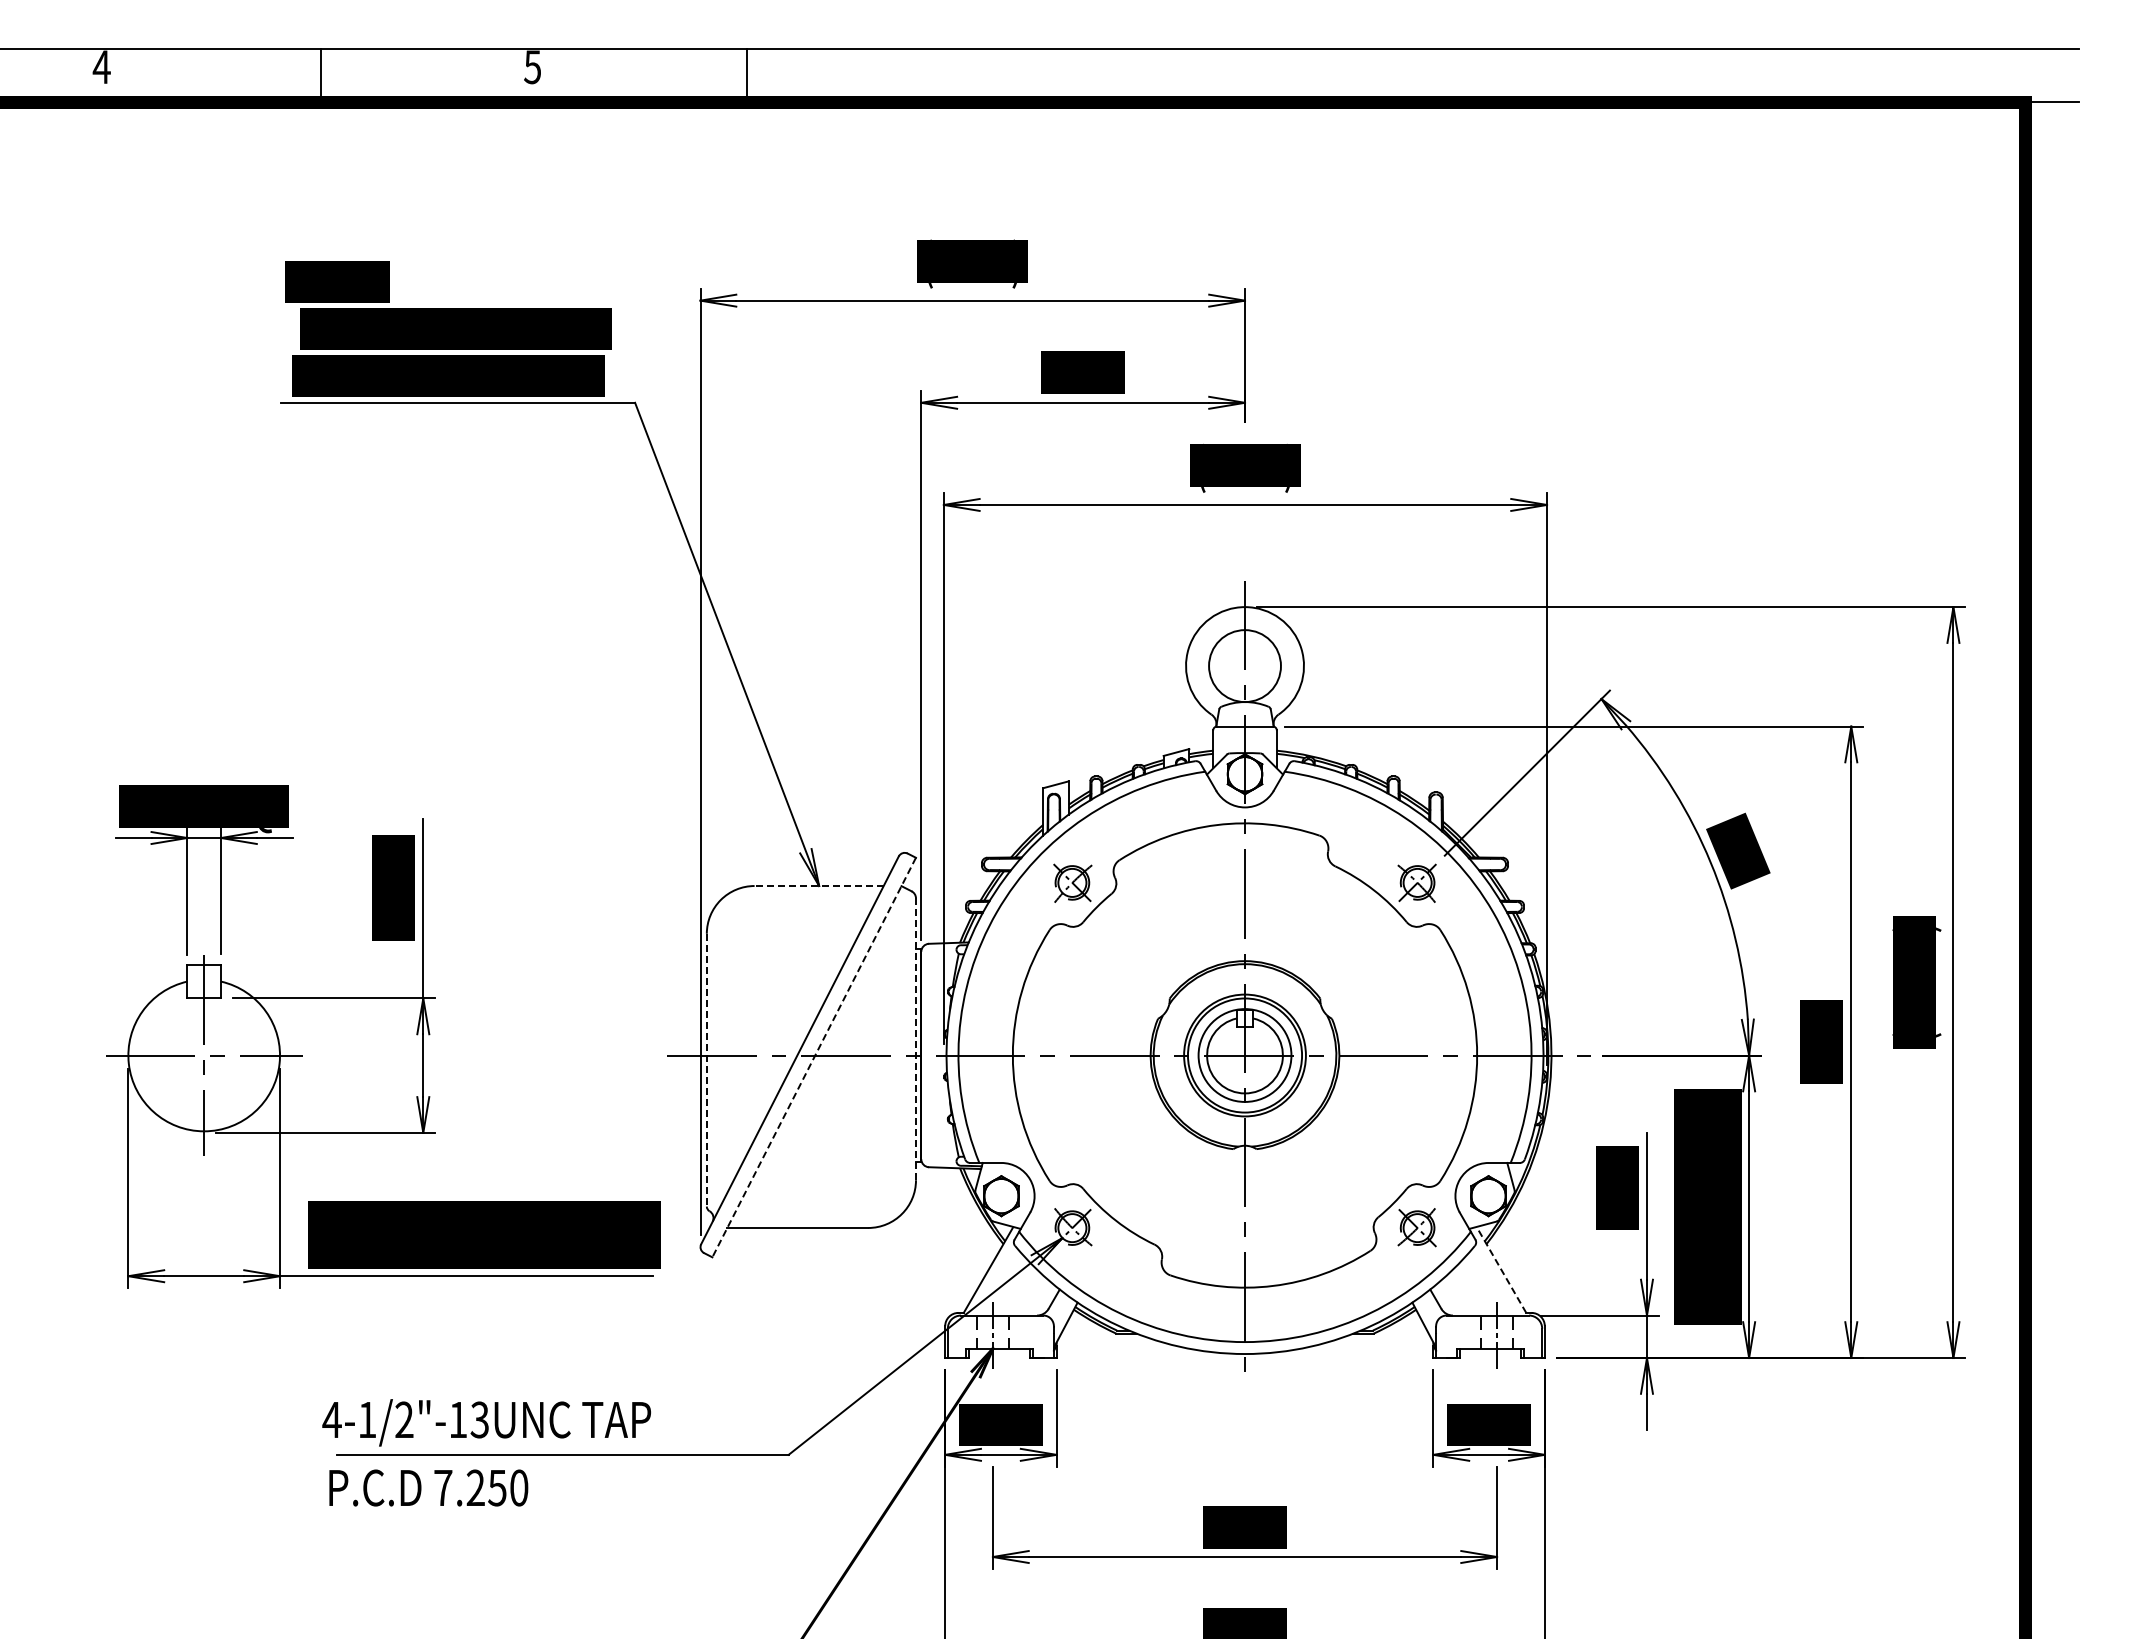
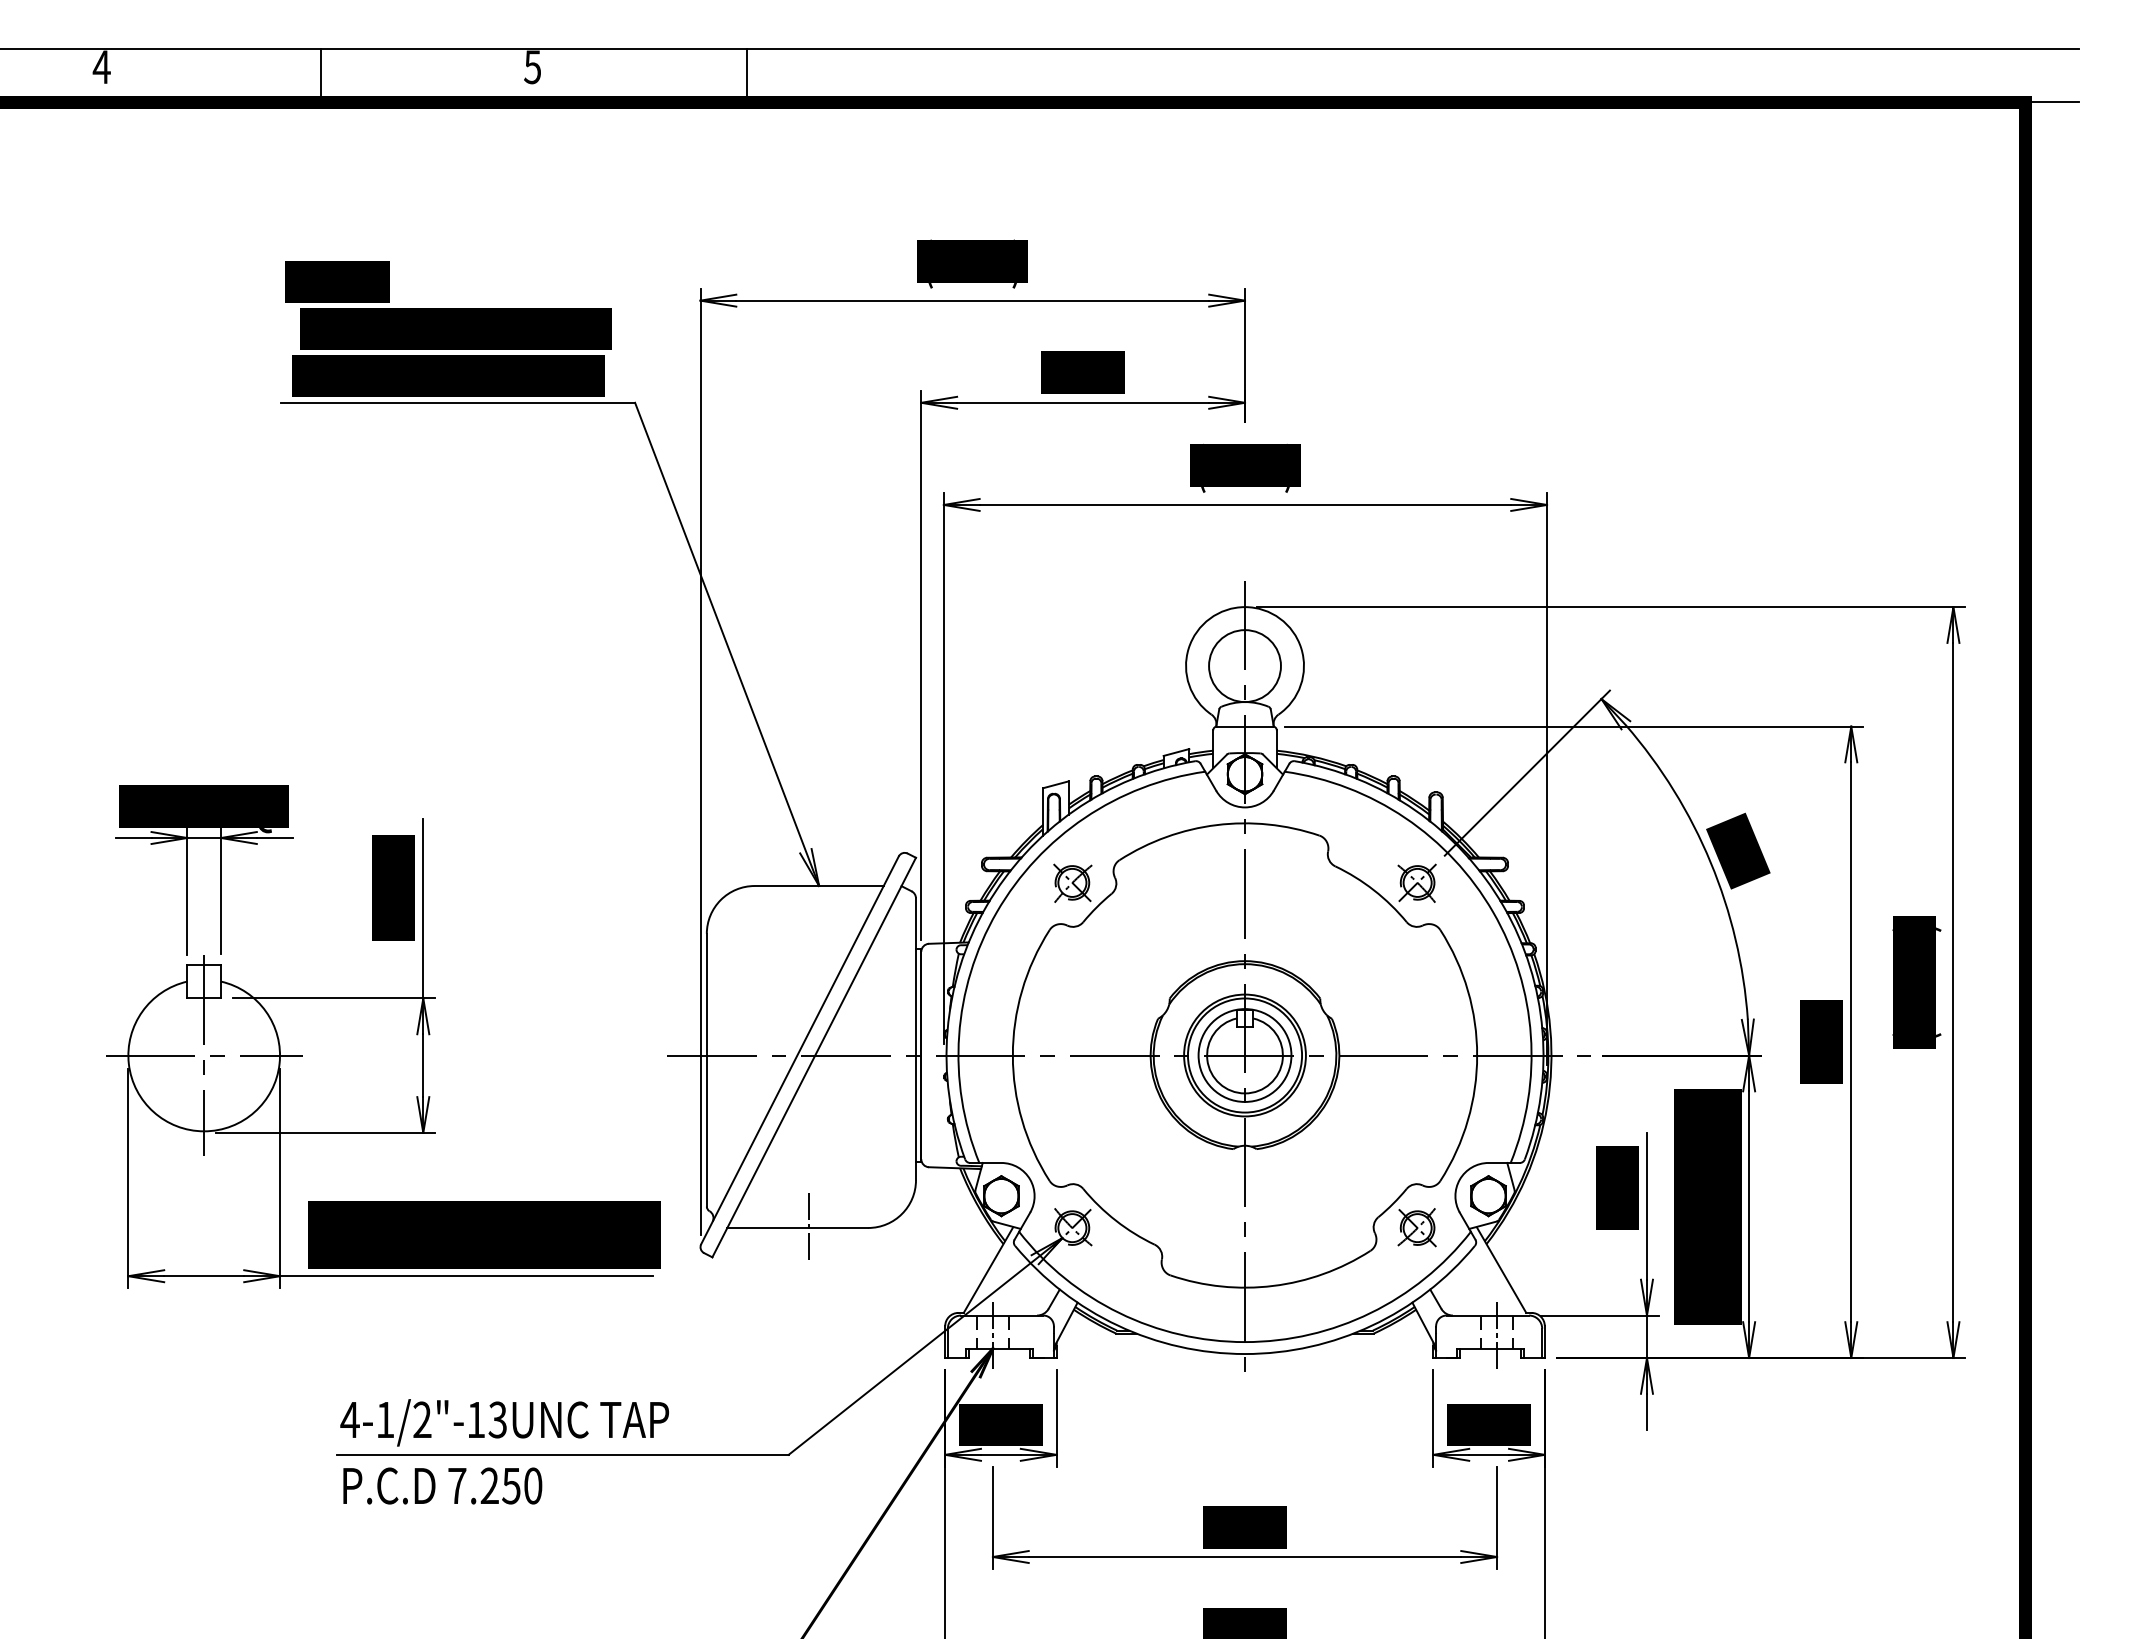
line at (819, 886): dashed -> solid
line at (916, 1039): dashed -> solid
line at (813, 1058): dashed -> solid
line at (706, 1070): dashed -> solid
line at (809, 1227): none -> present
line at (1501, 1269): dashed -> solid
text at (486, 1422) position: (486, 1422) -> (504, 1422)
text at (428, 1487) position: (428, 1487) -> (442, 1485)
